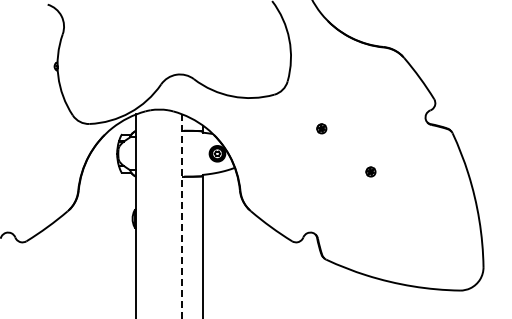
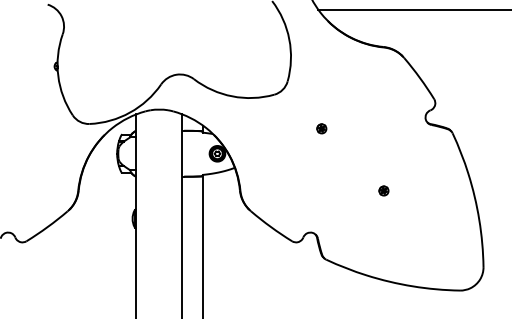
line at (413, 9): none -> present
part at (370, 171) position: (370, 171) -> (383, 190)
line at (182, 216): dashed -> solid
